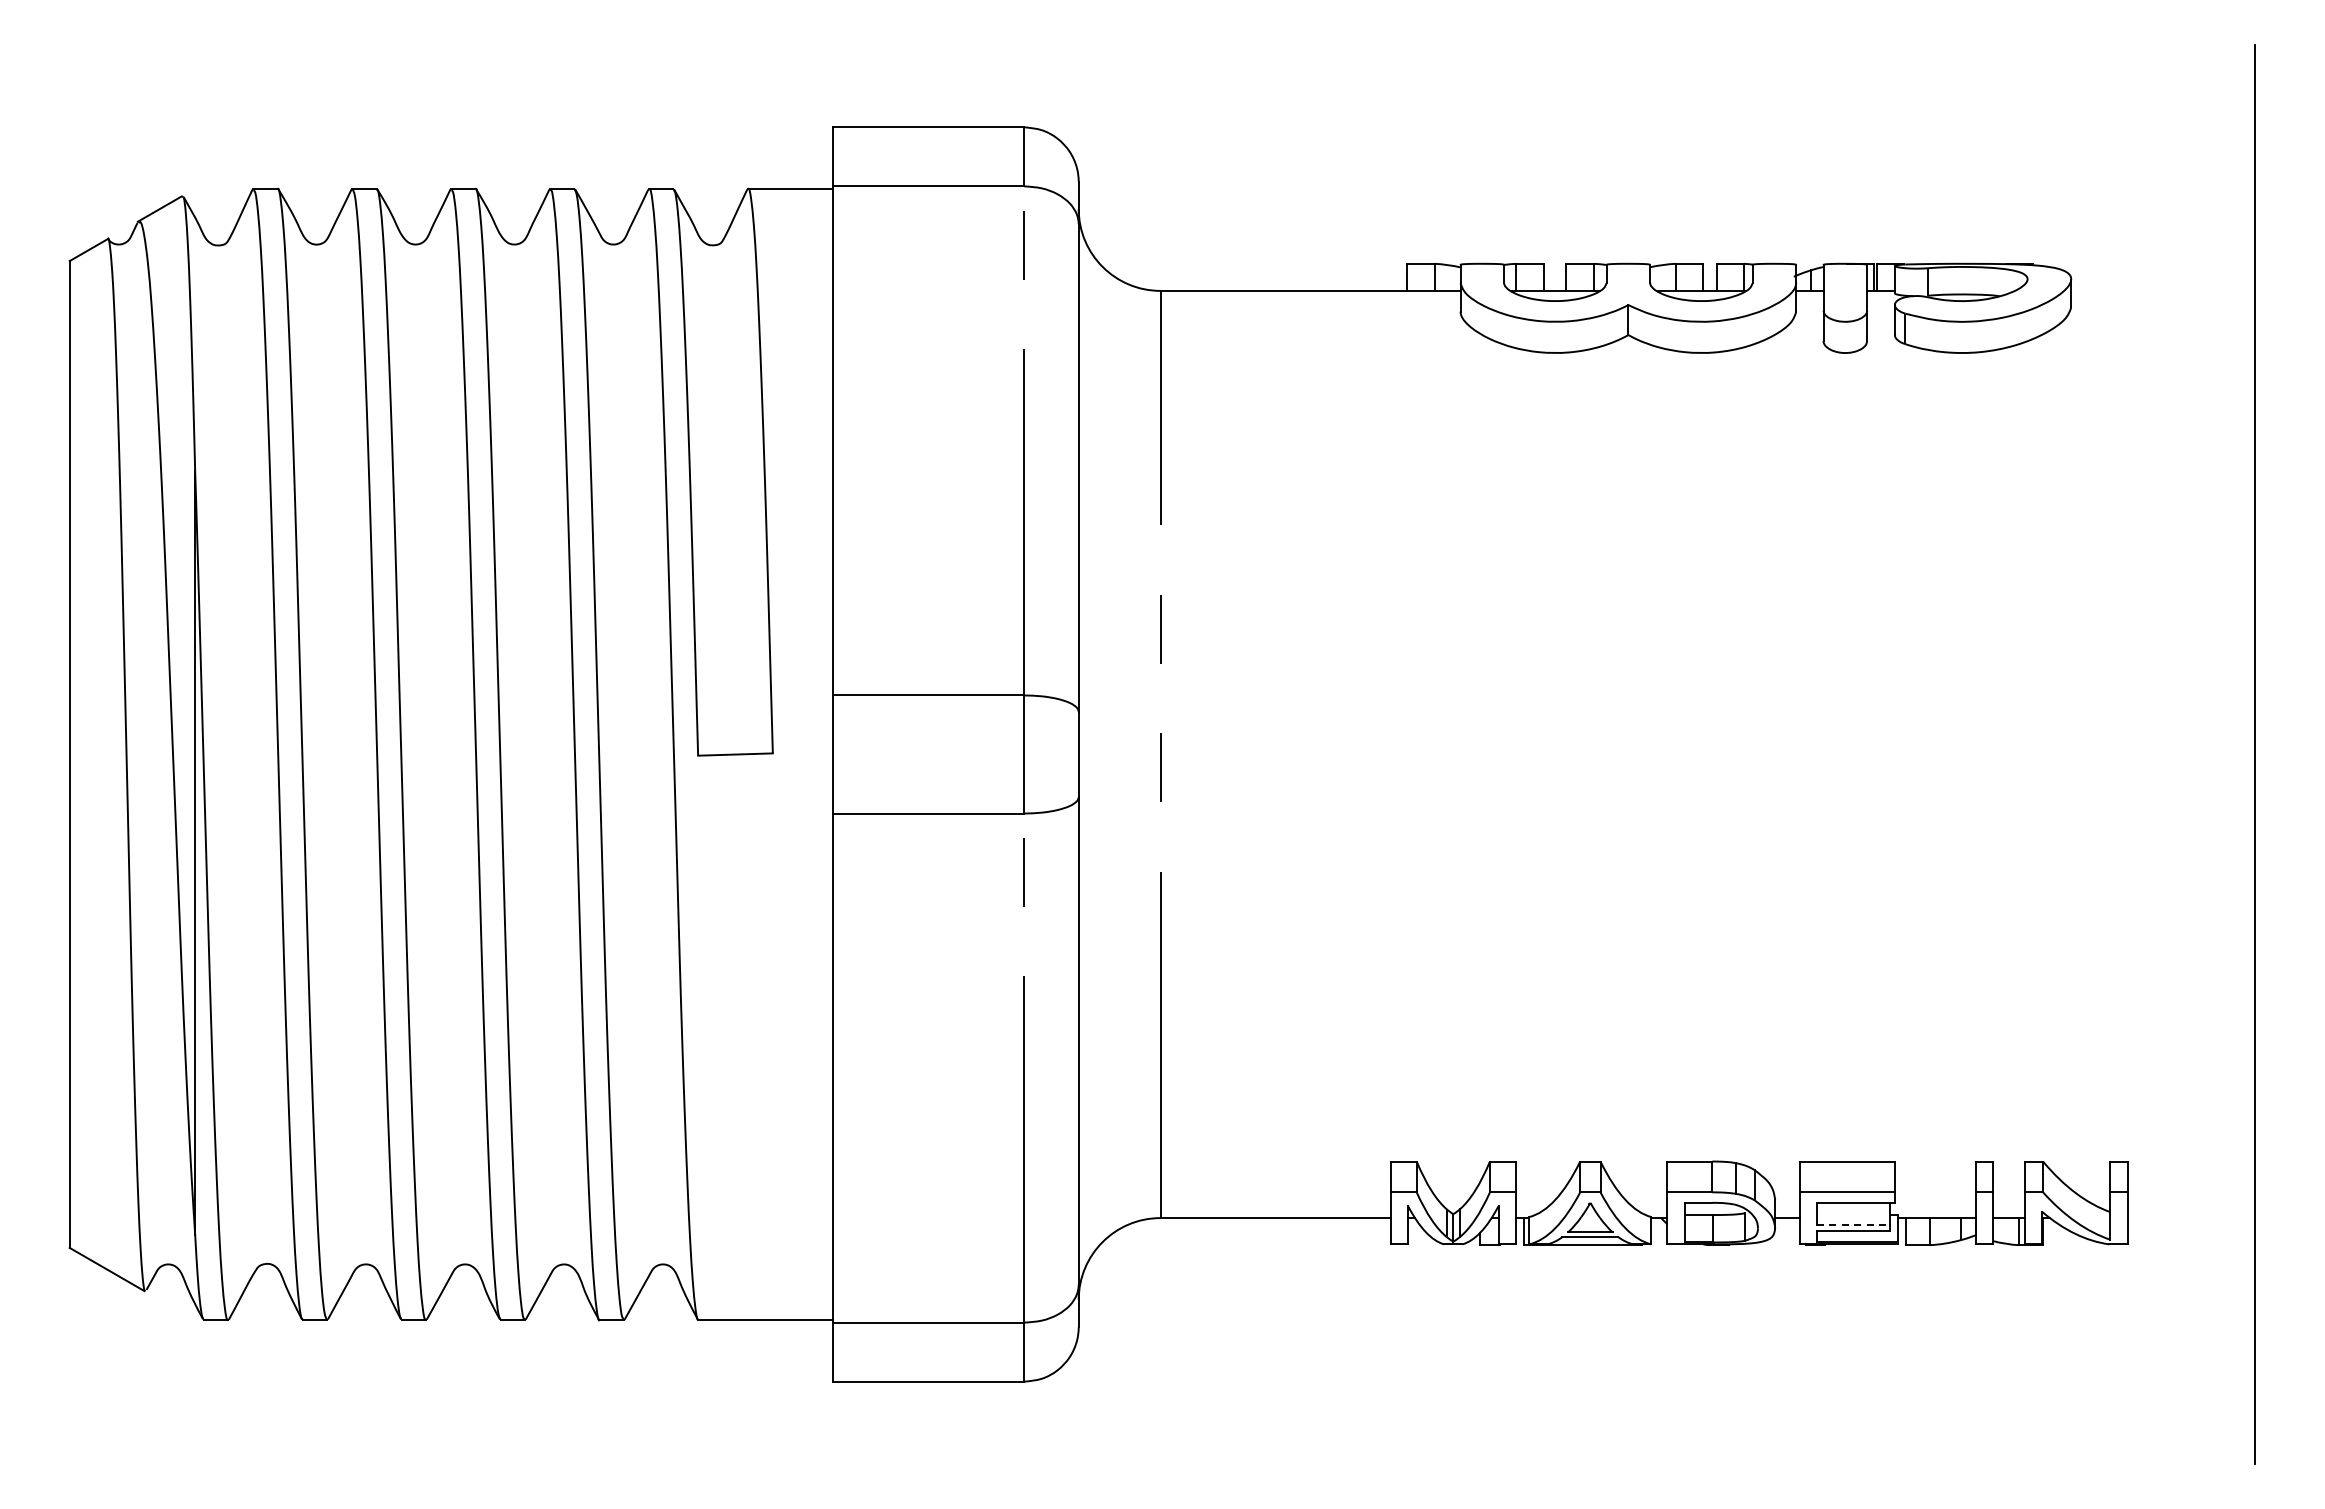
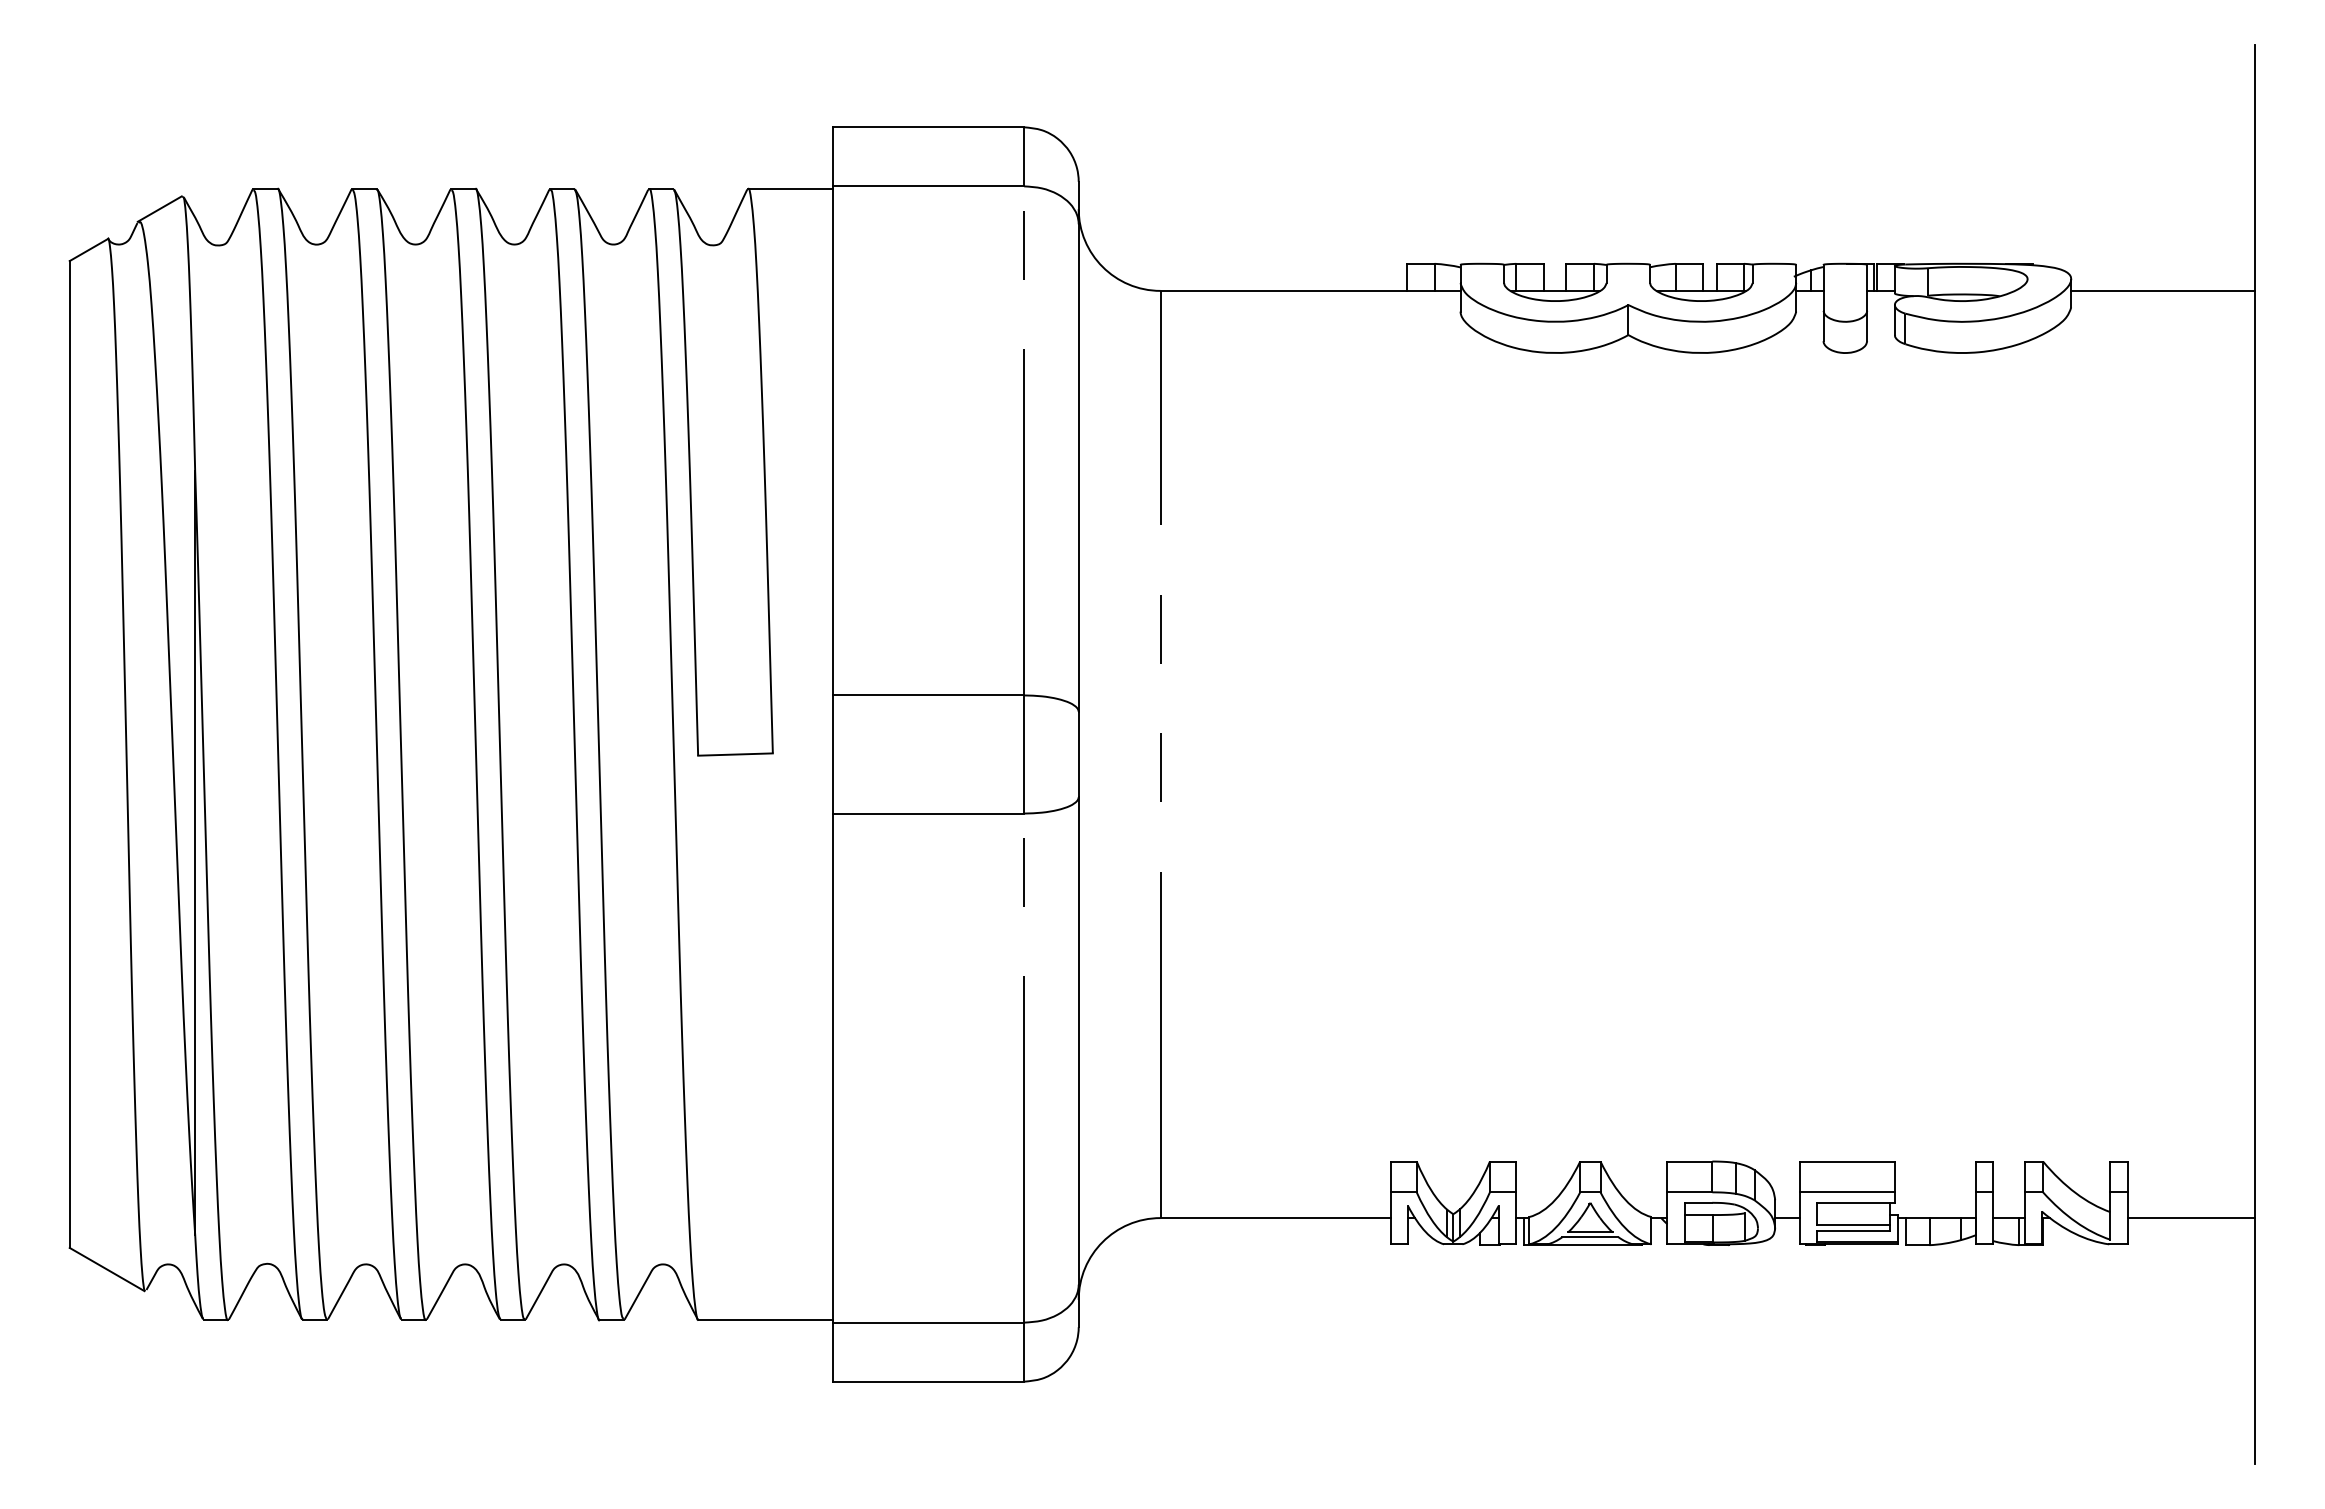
line at (2163, 290): none -> present
line at (2191, 1218): none -> present
line at (1853, 1224): dashed -> solid
